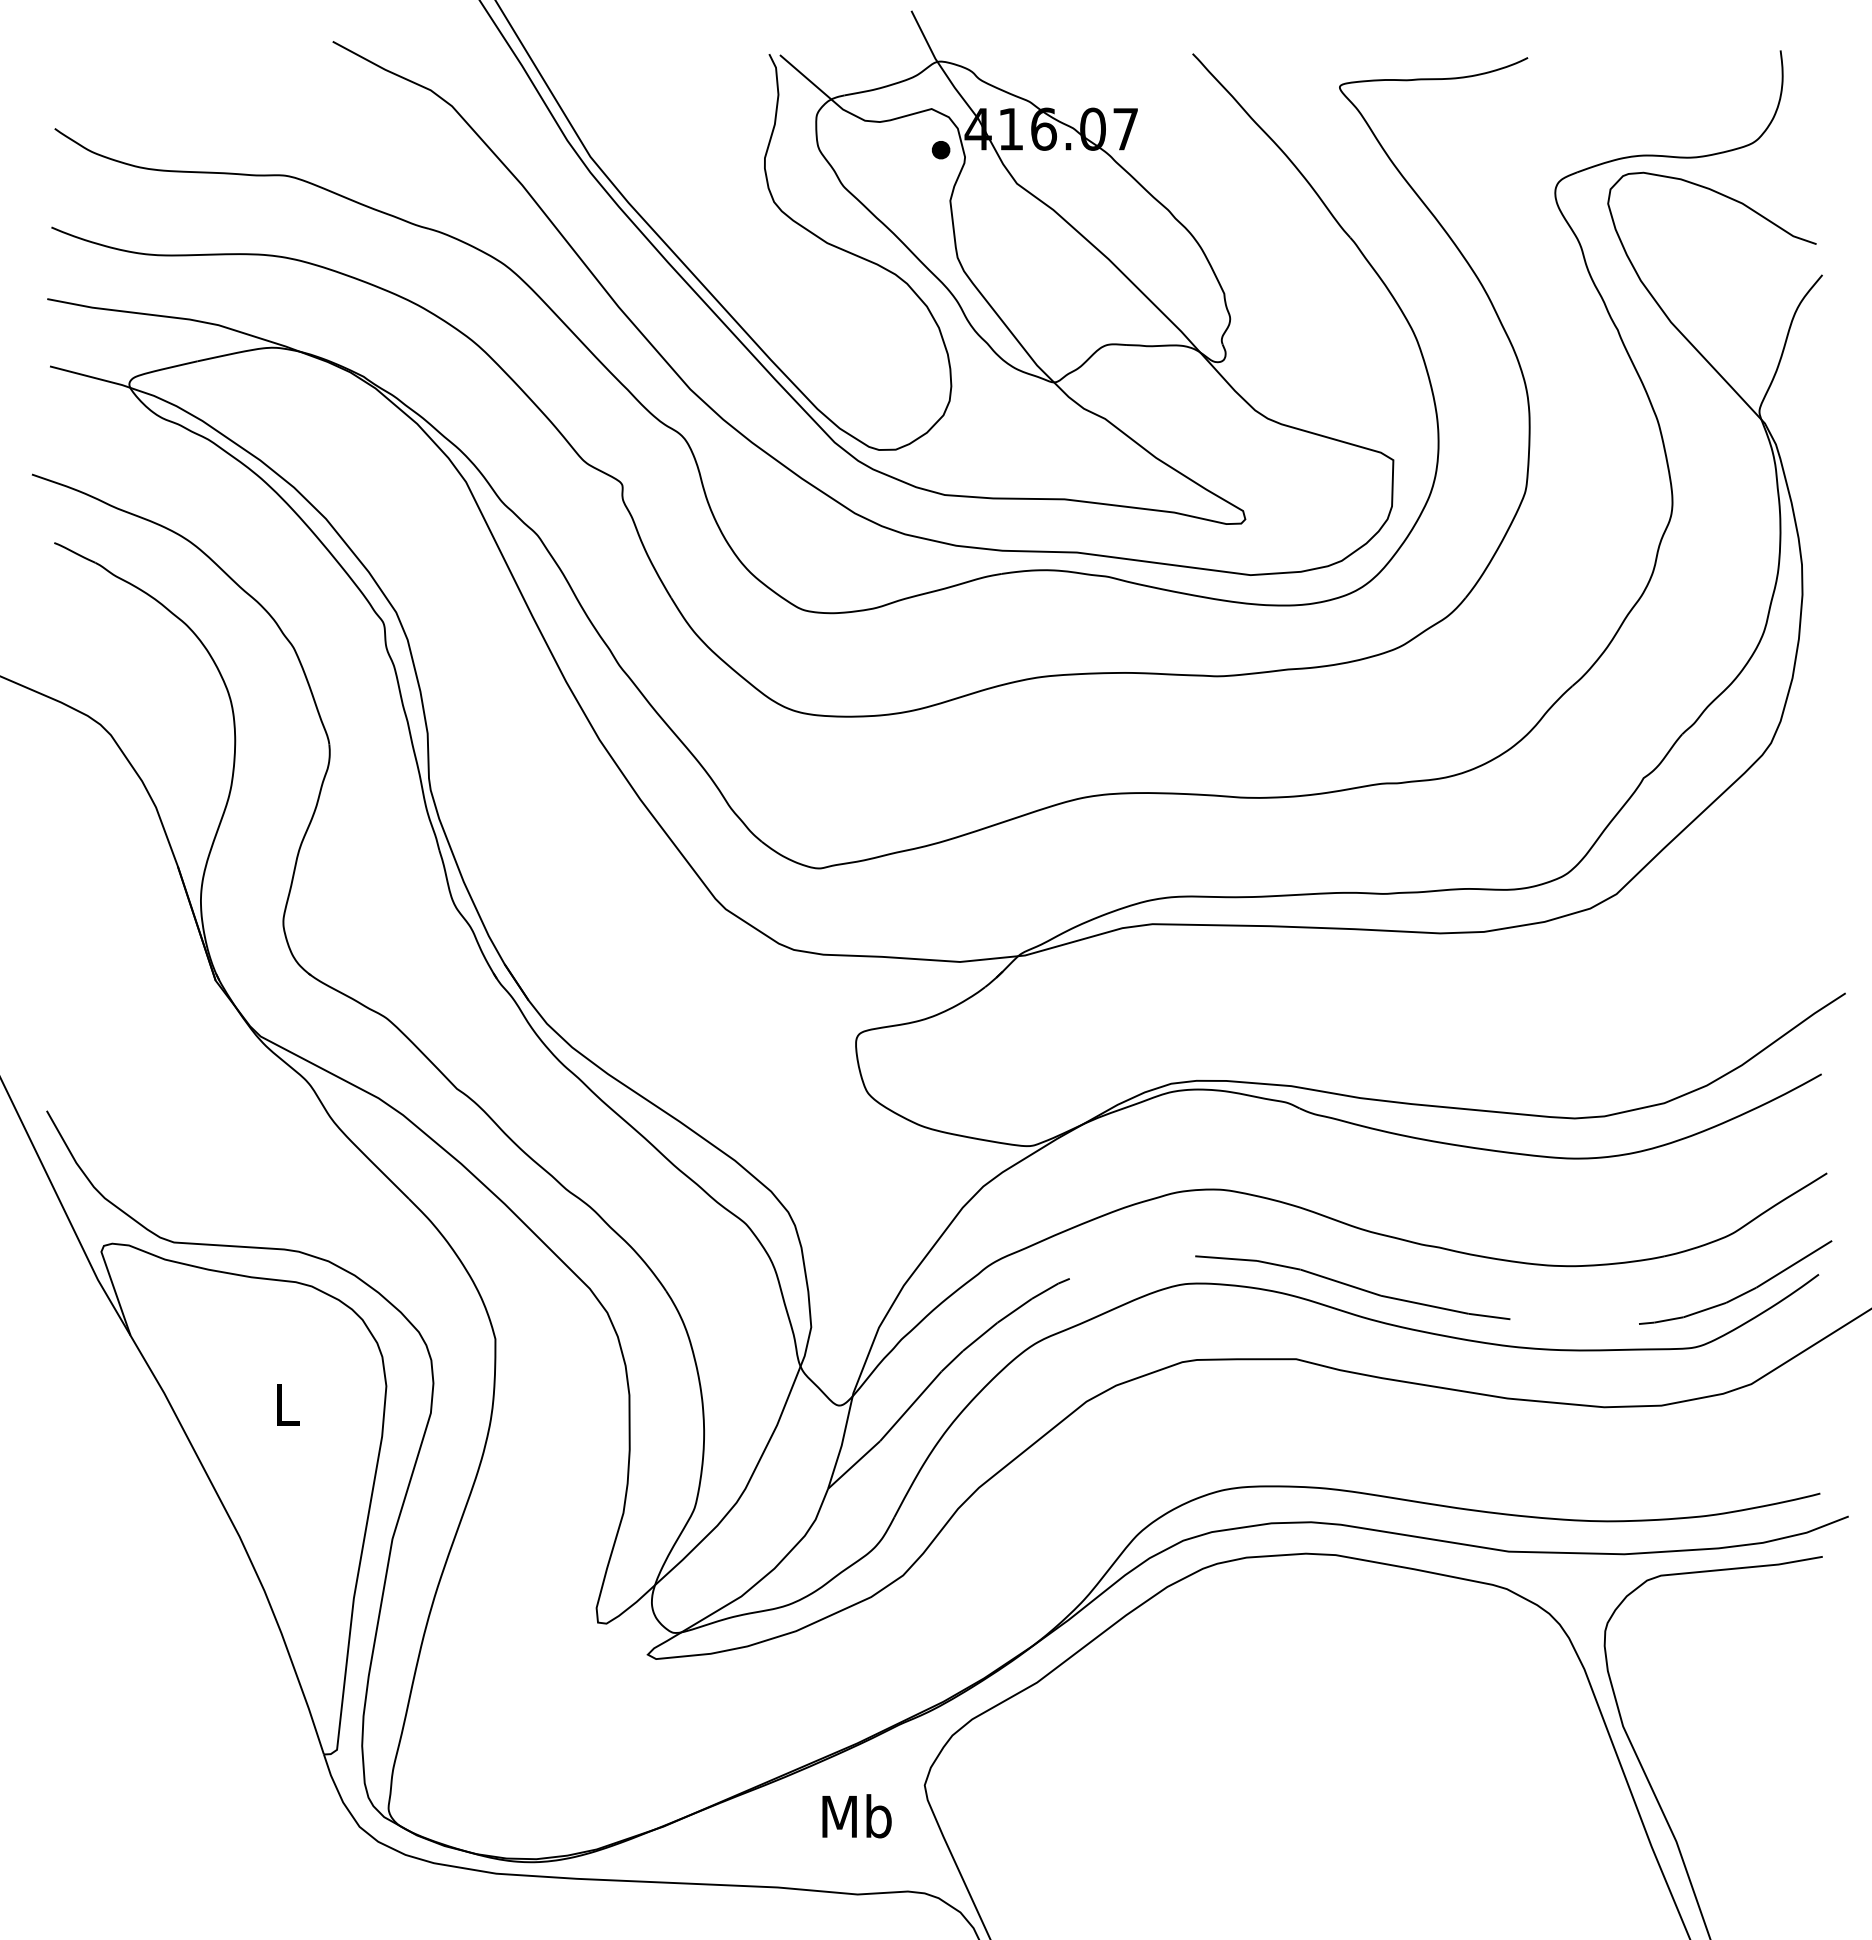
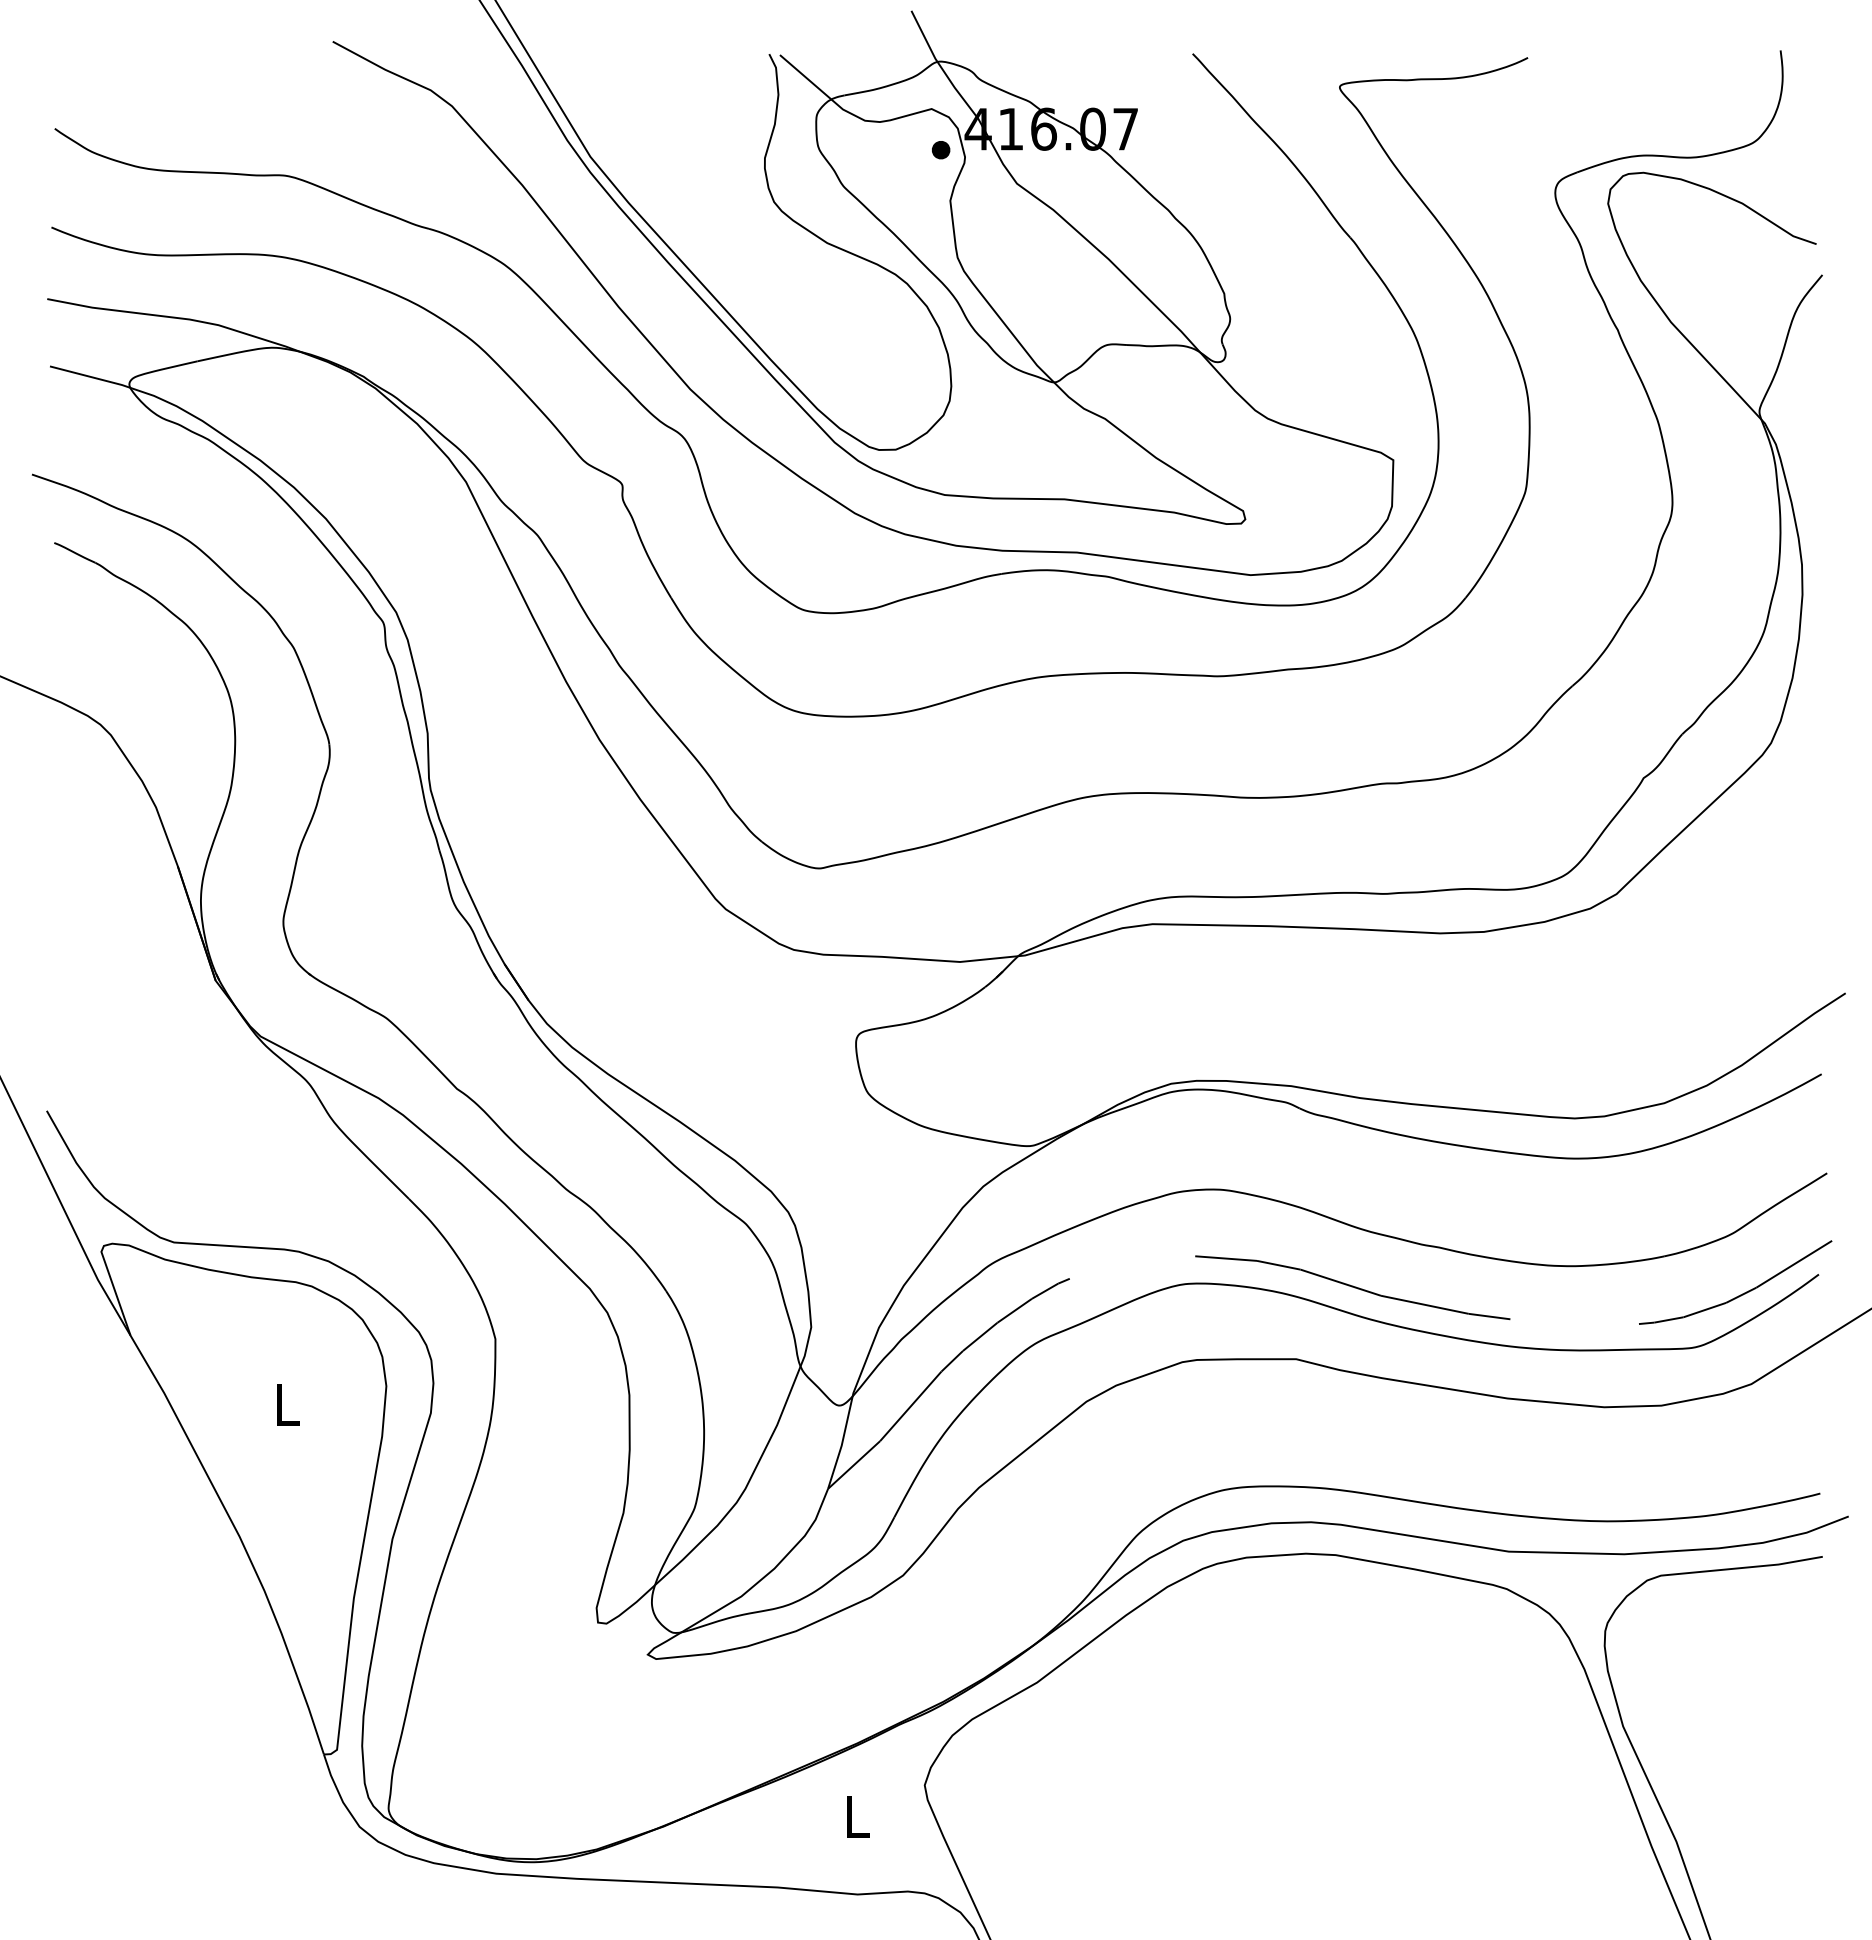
text at (856, 1816): Mb -> L
